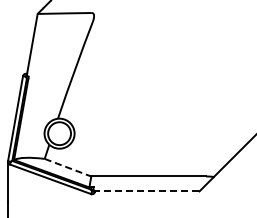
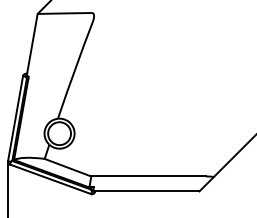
line at (68, 167): dashed -> solid
line at (146, 191): dashed -> solid
